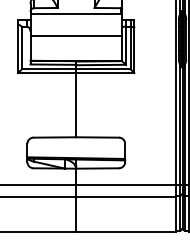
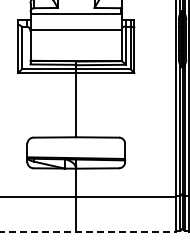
line at (76, 36) position: (76, 36) -> (76, 30)
line at (94, 184): present -> none
line at (88, 231): solid -> dashed
